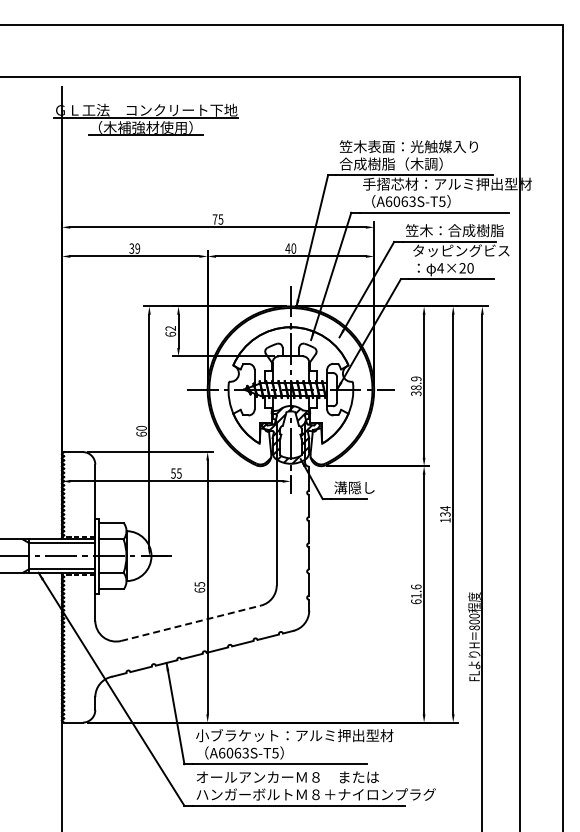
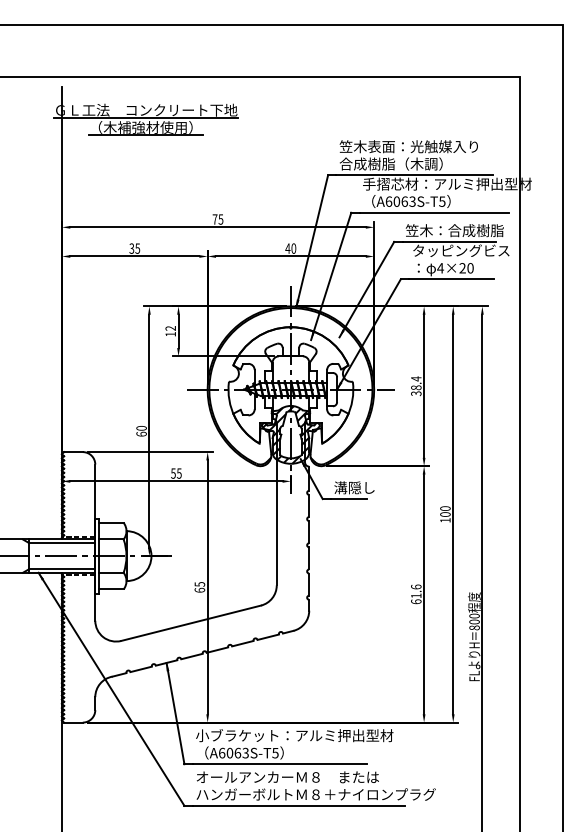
text at (137, 248): 39 -> 35
text at (170, 333): 62 -> 12
text at (416, 378): 38.9 -> 38.4
text at (445, 511): 134 -> 100
line at (191, 623): dashed -> solid
